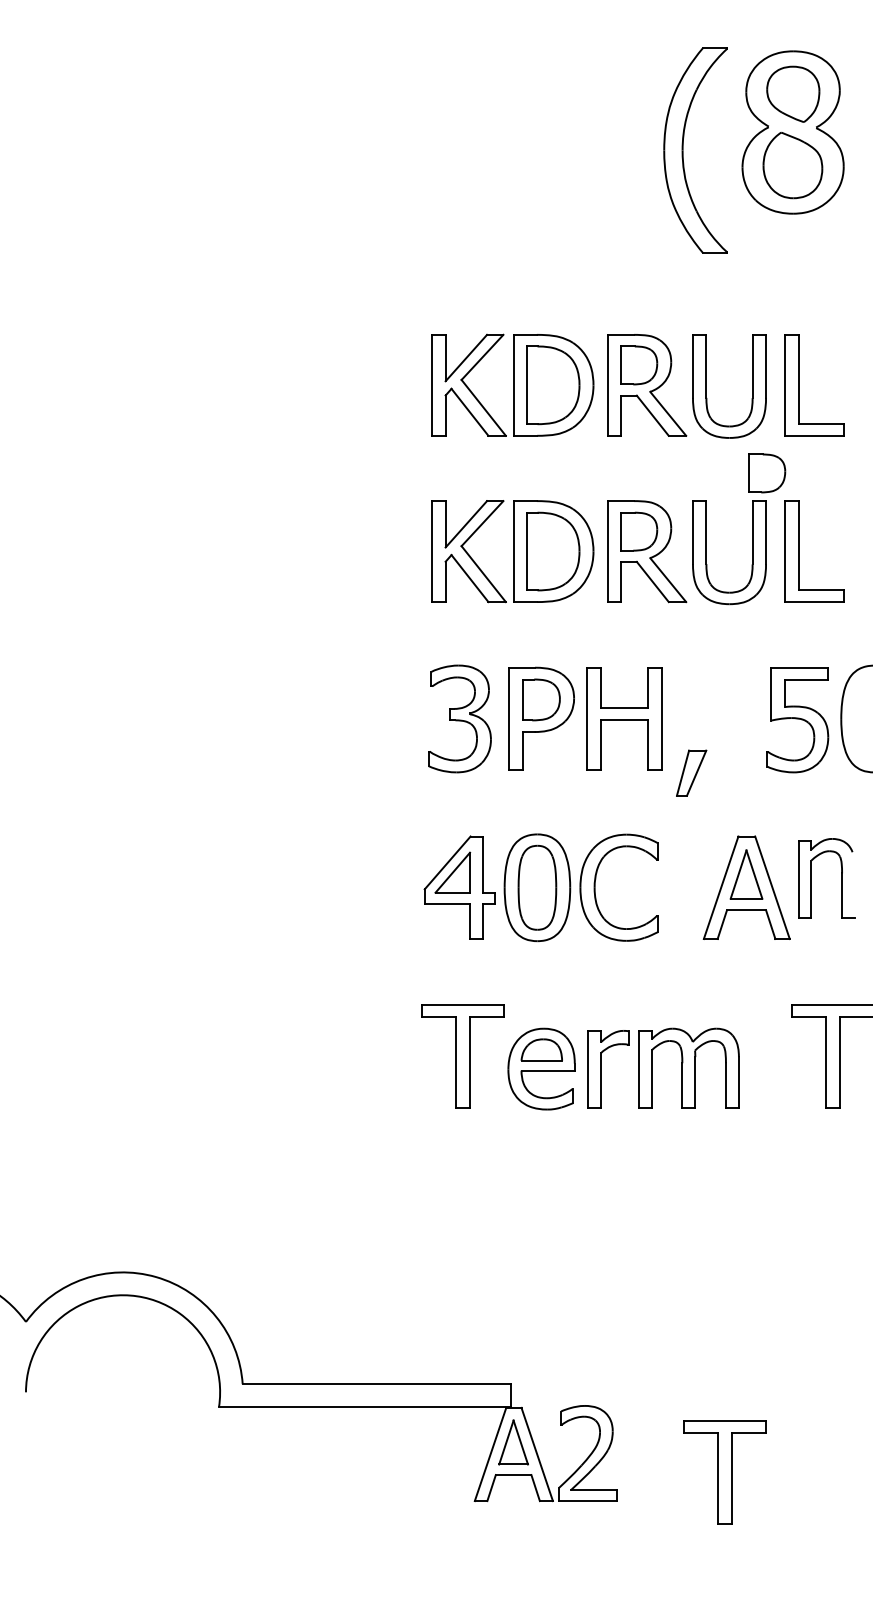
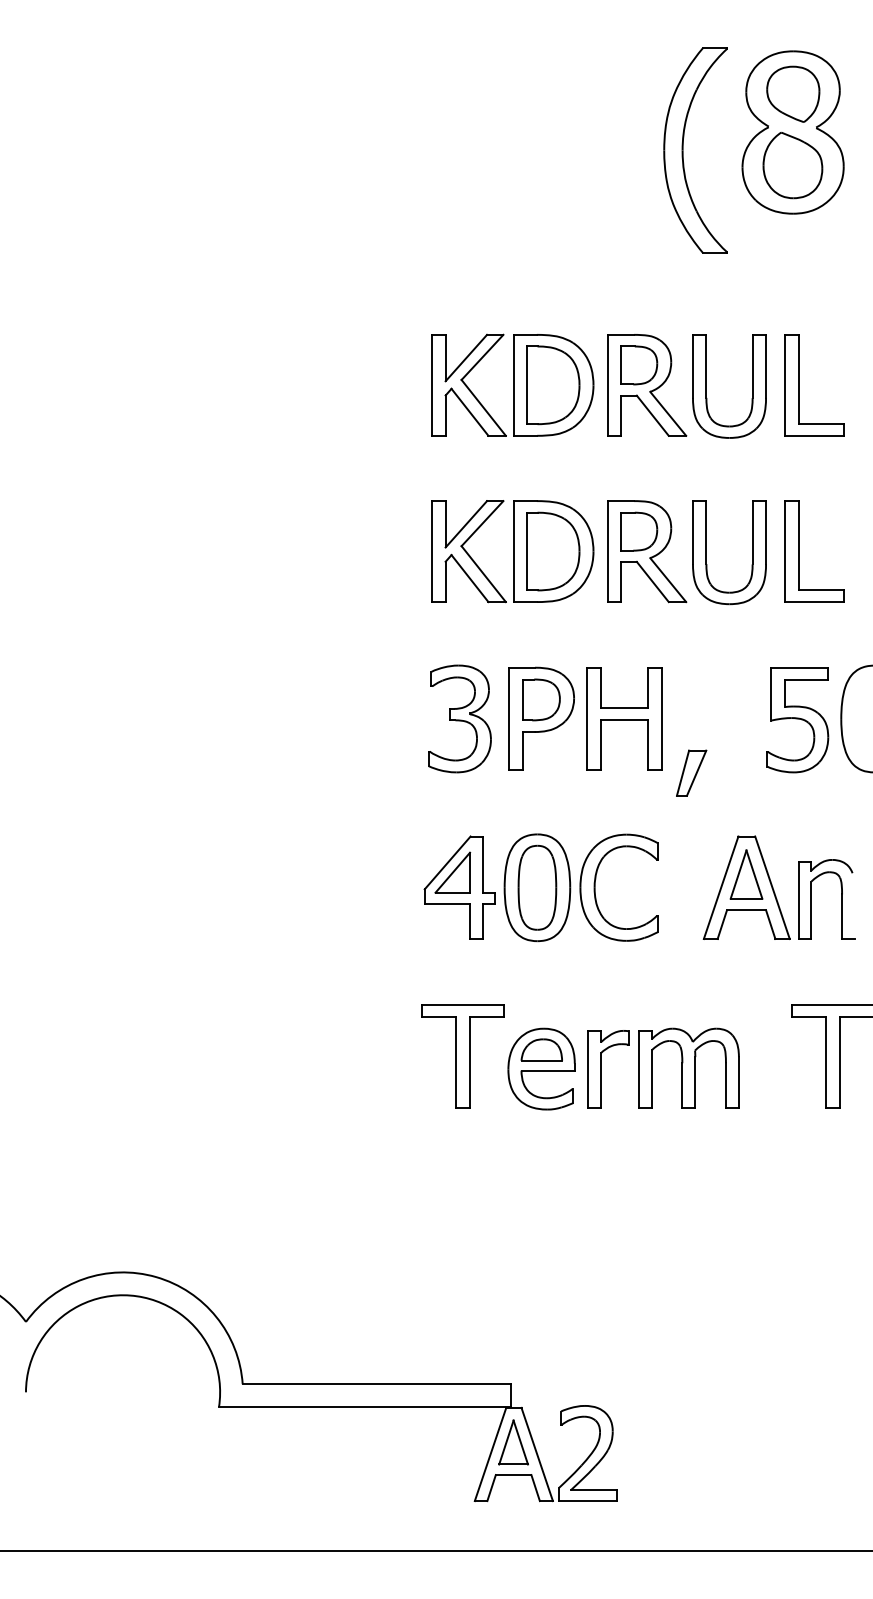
part at (767, 473): present -> none
part at (811, 878) position: (811, 878) -> (811, 899)
part at (724, 1472): present -> none
line at (435, 1551): none -> present
